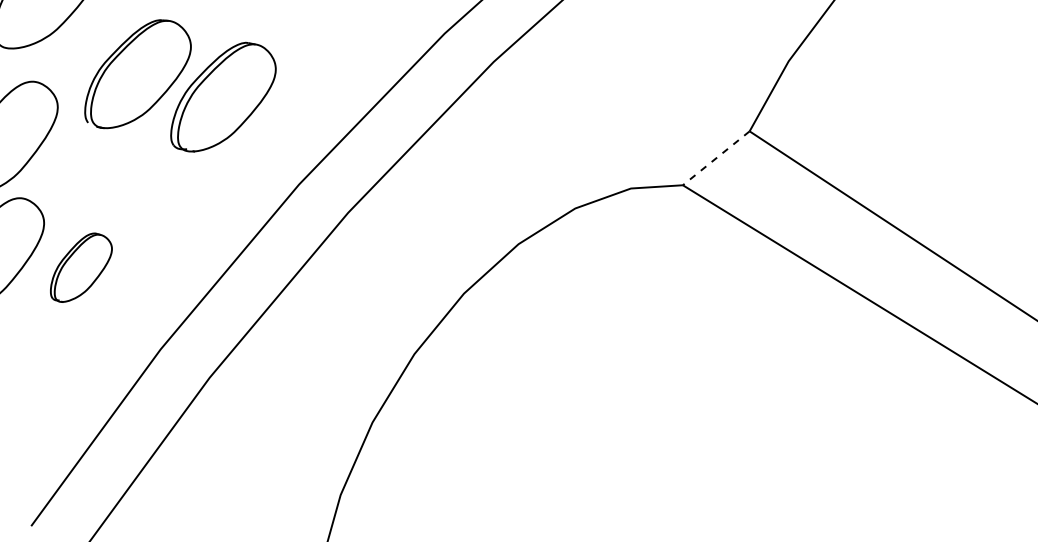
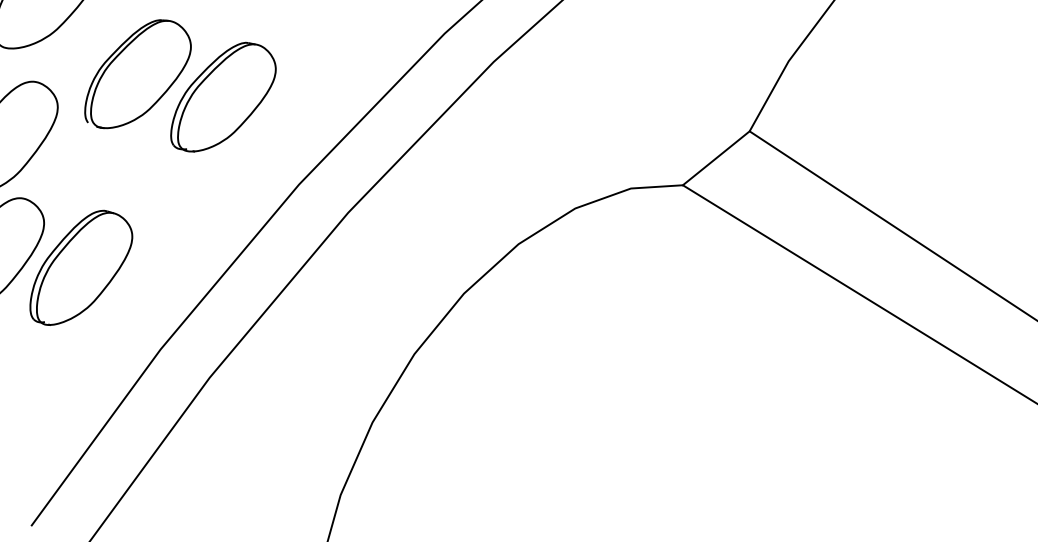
line at (716, 158): dashed -> solid
part at (81, 267) size: 63x71 px -> 105x117 px
